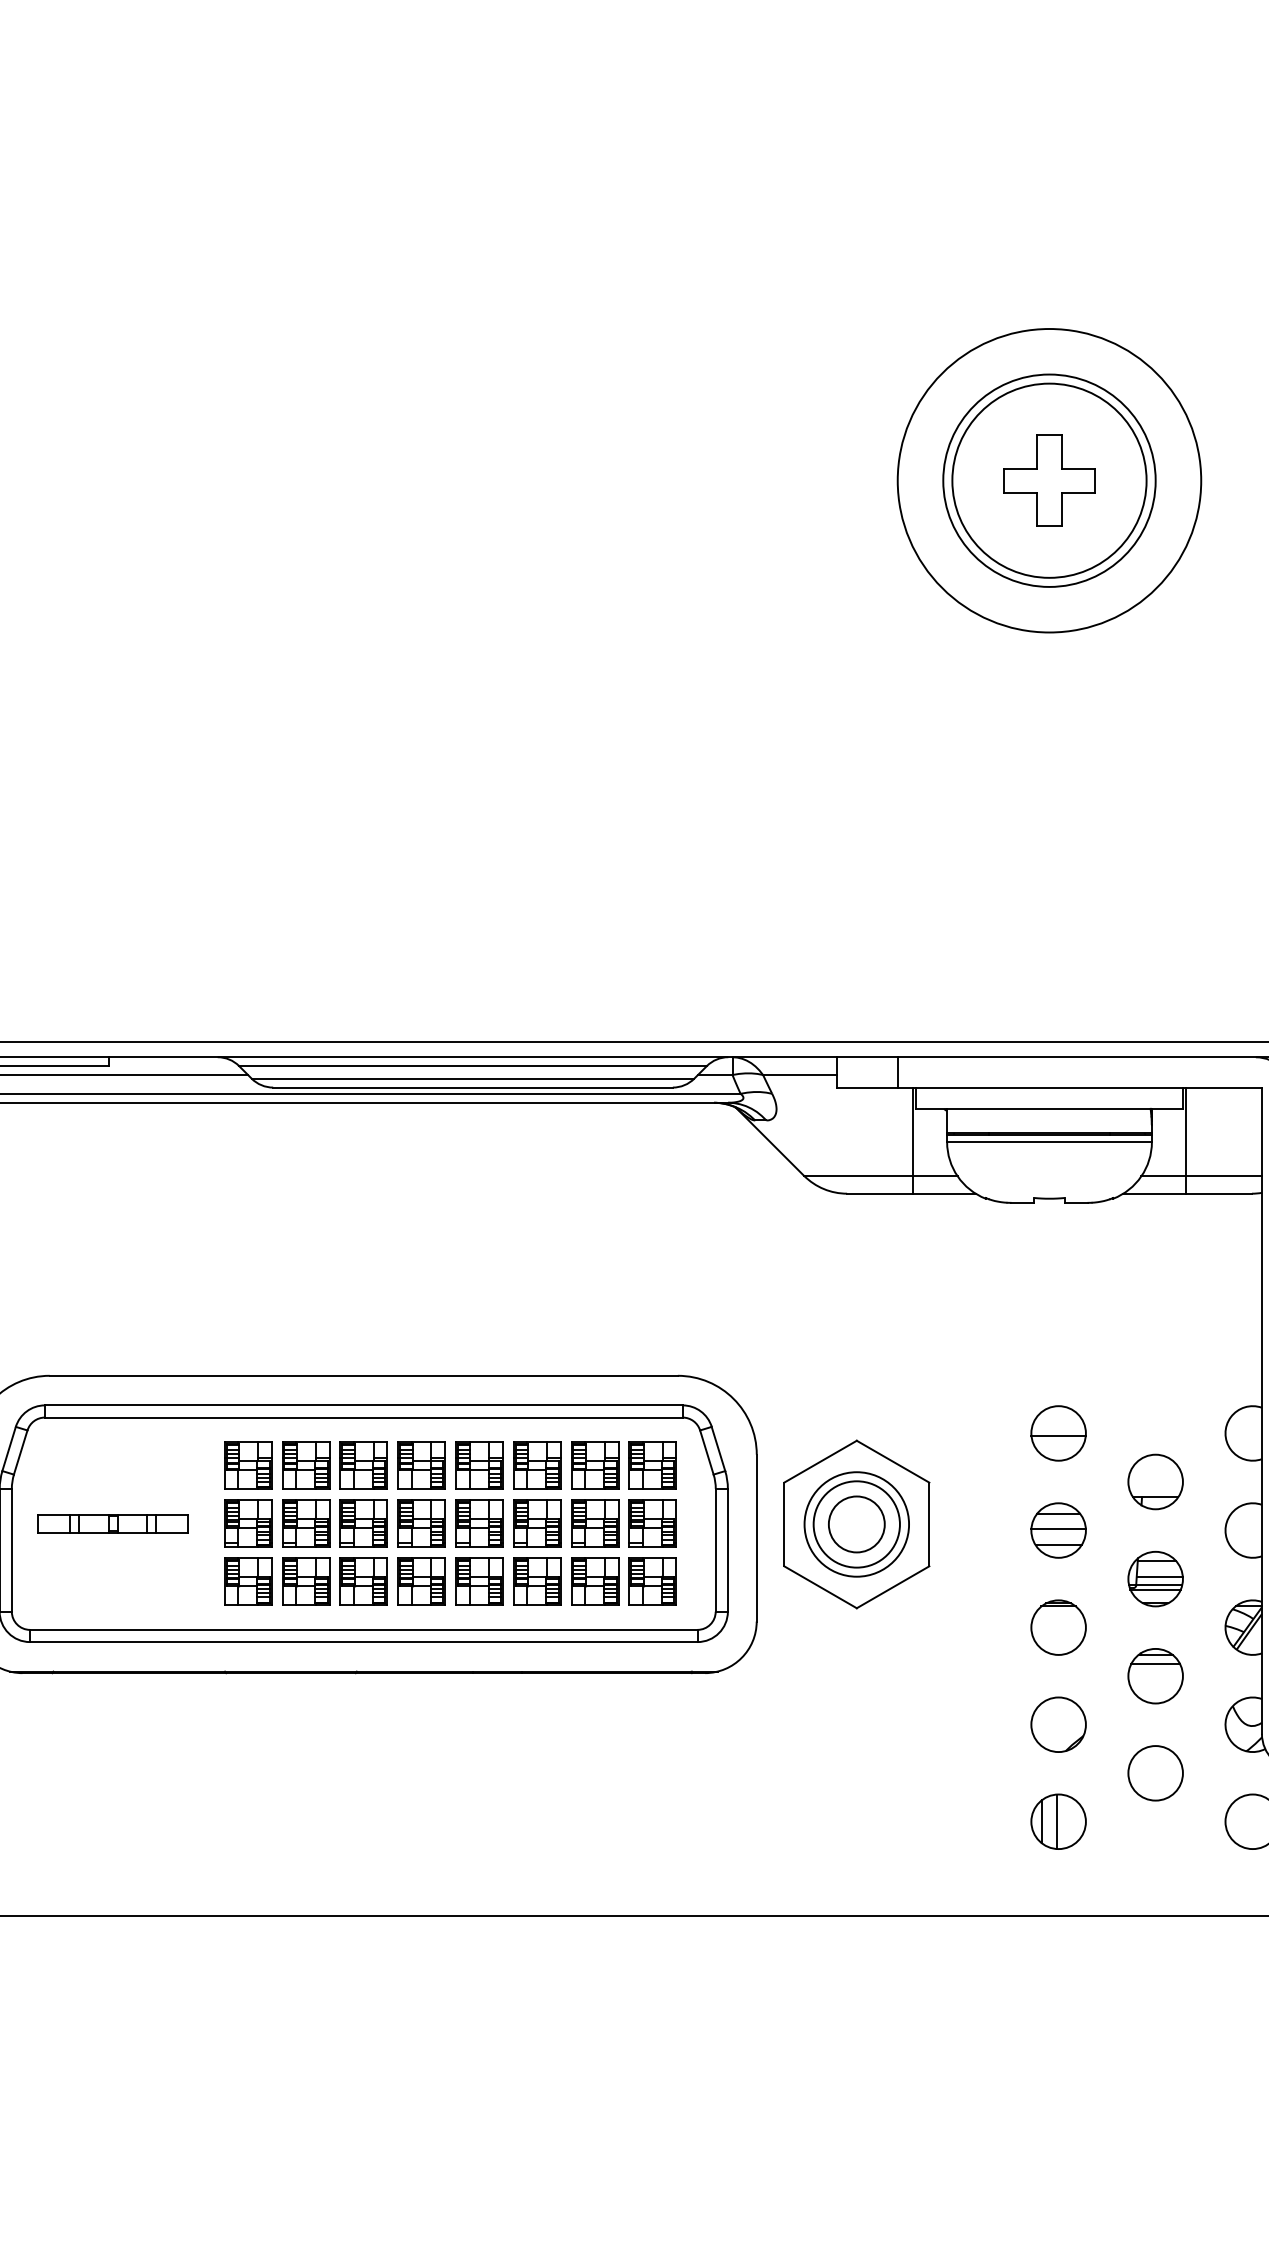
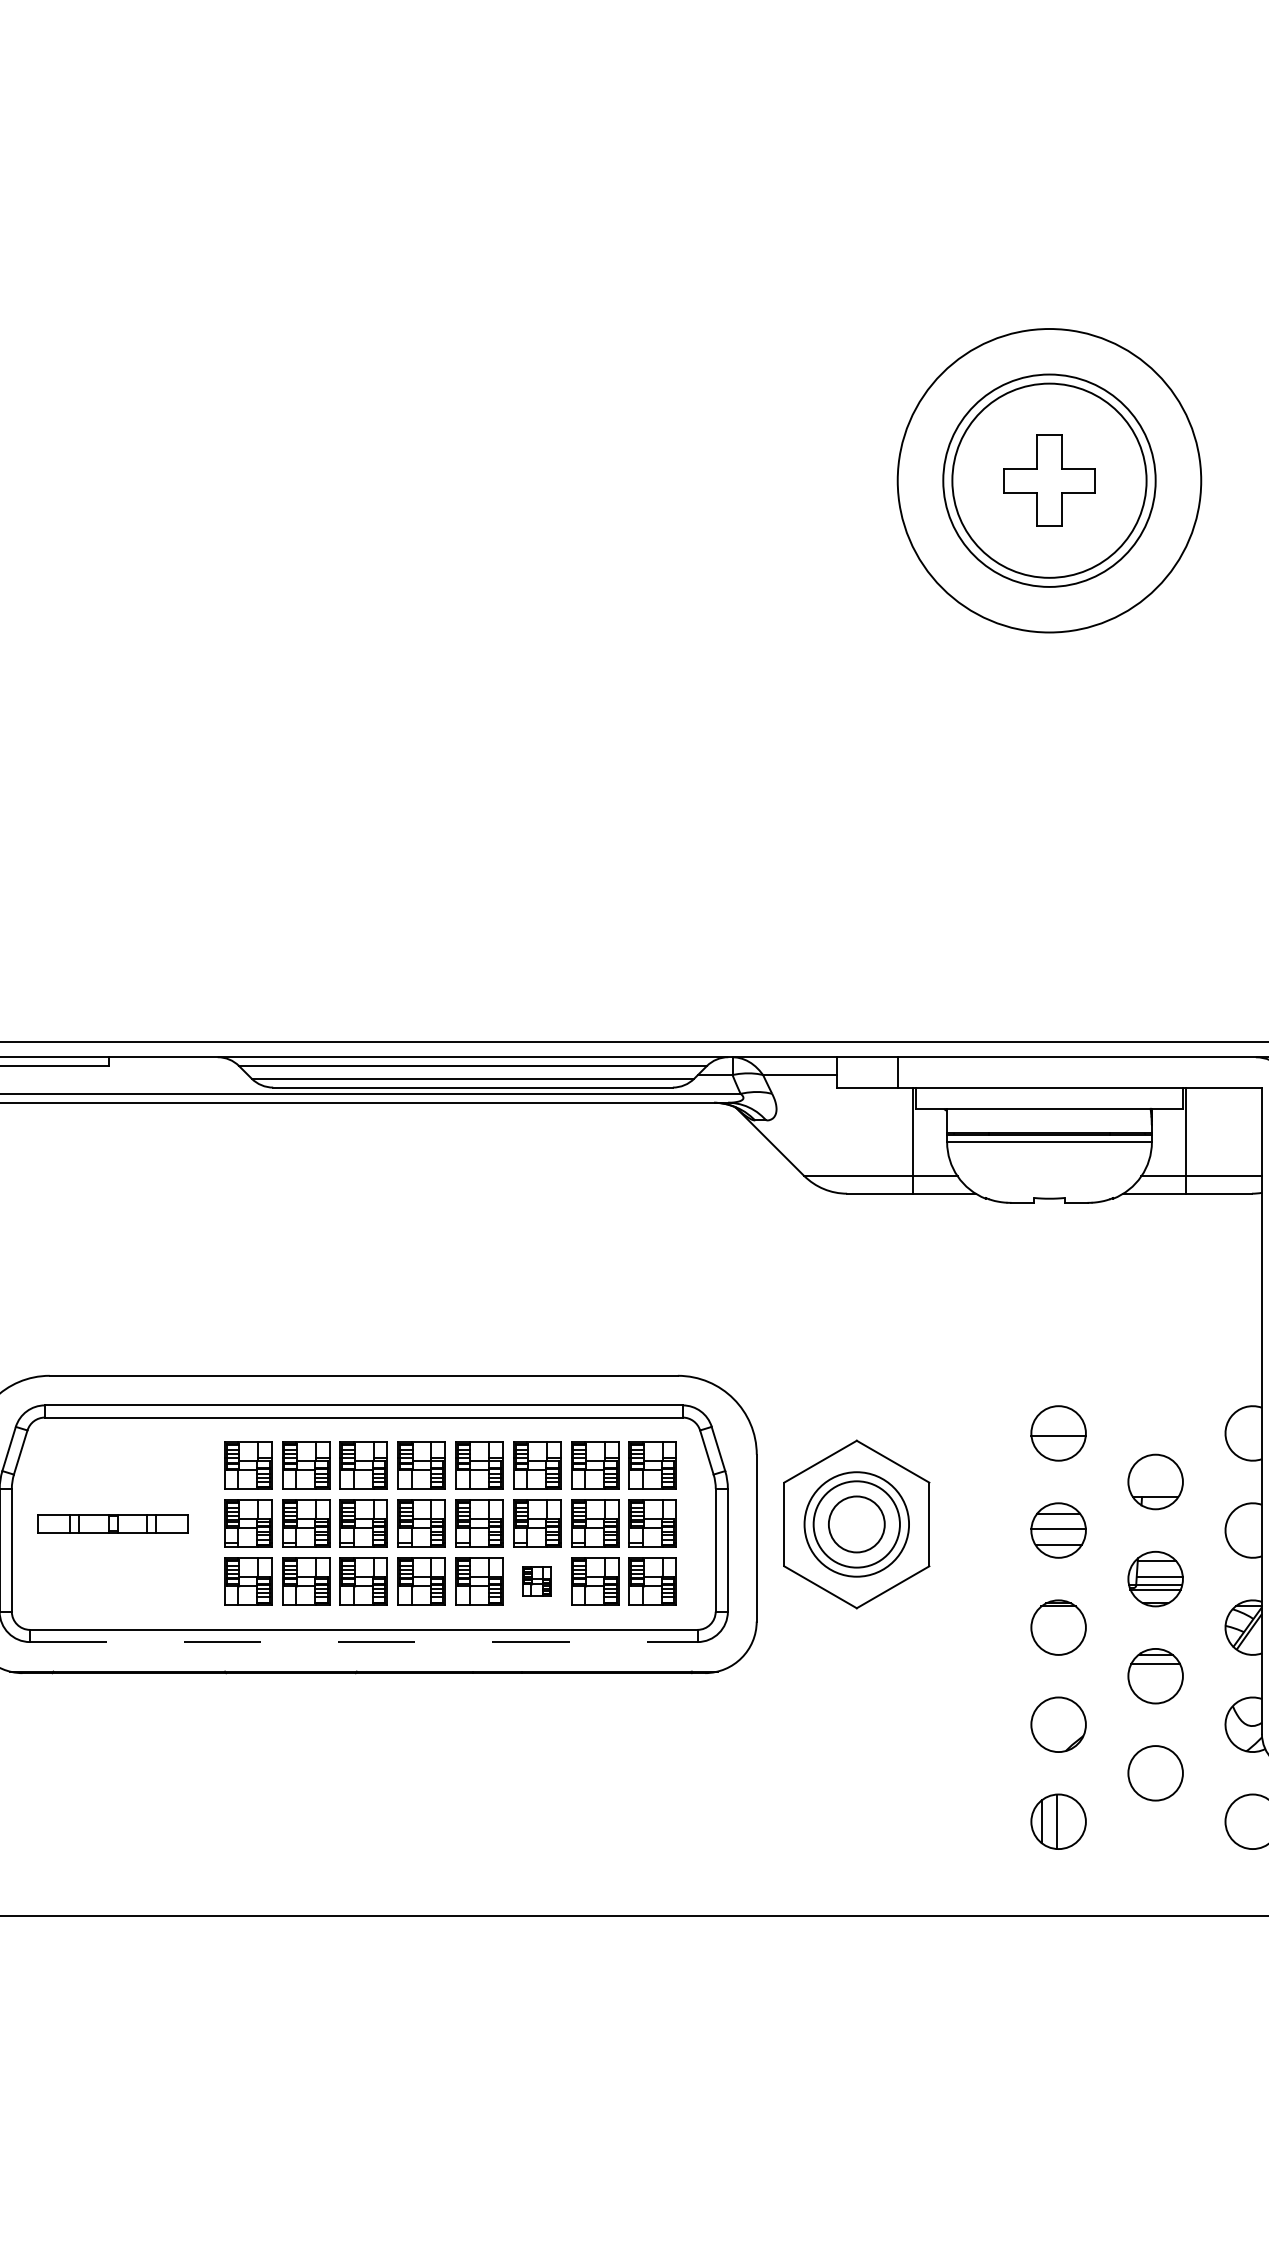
line at (125, 1075): present -> none
part at (537, 1581) size: 49x49 px -> 30x31 px
line at (363, 1642): solid -> dashed
